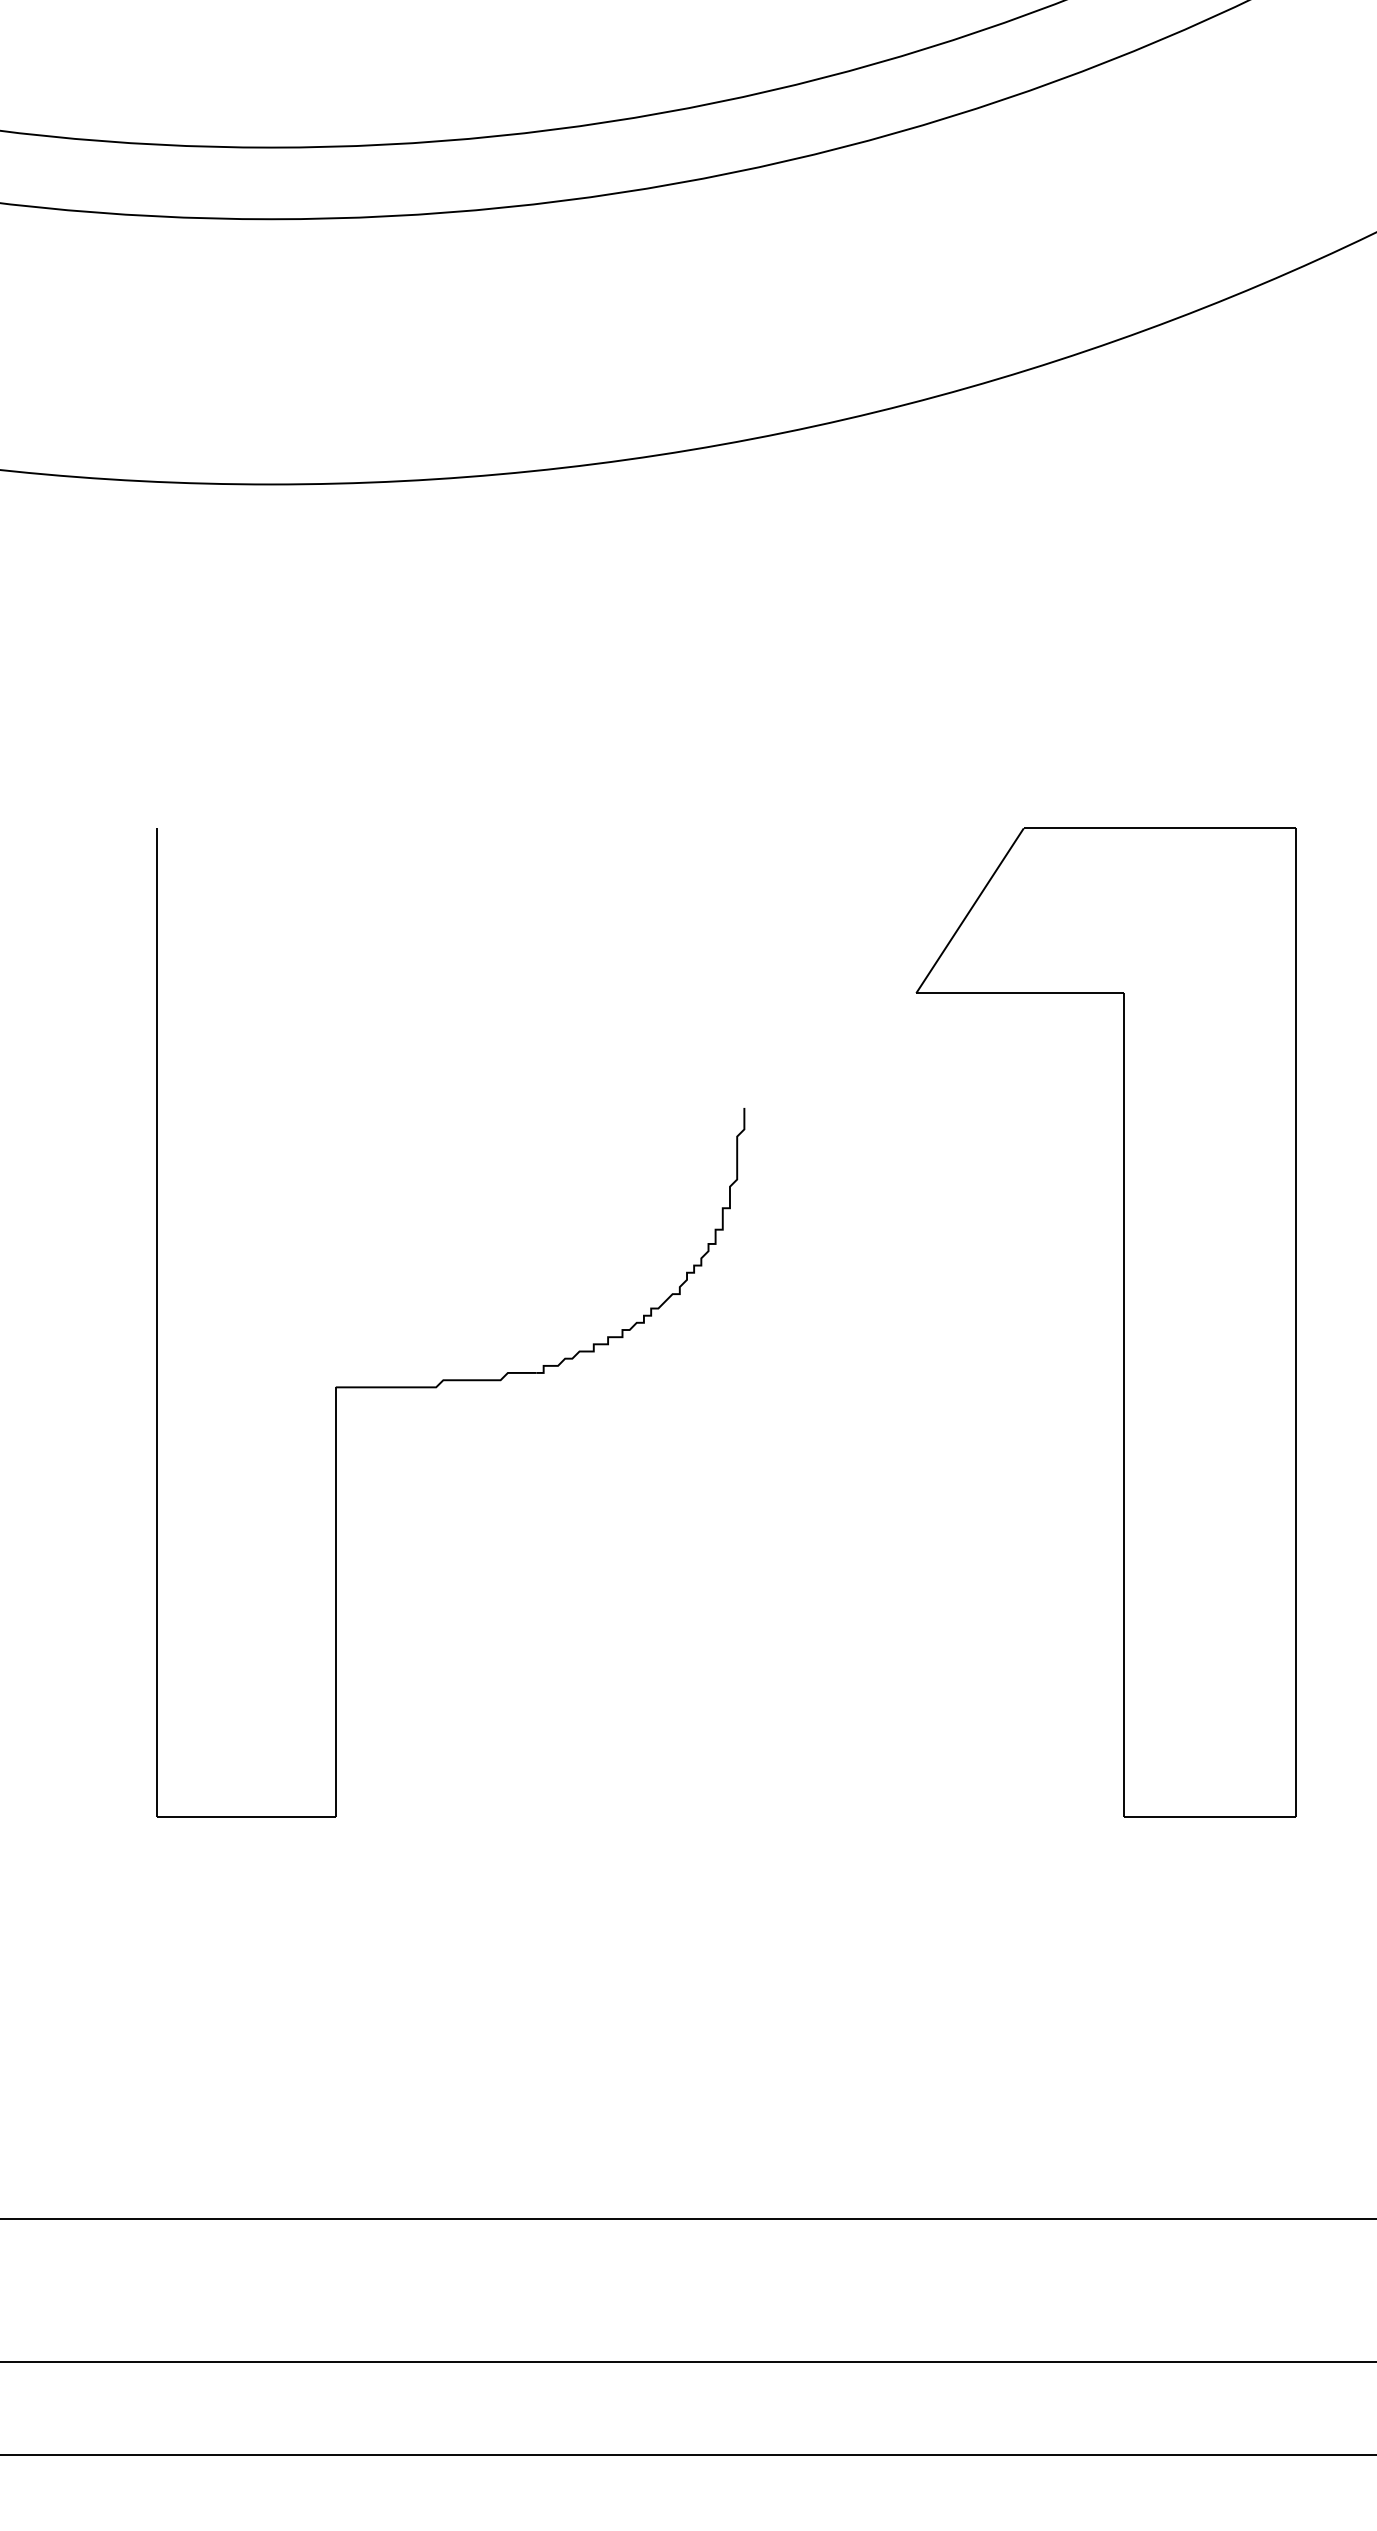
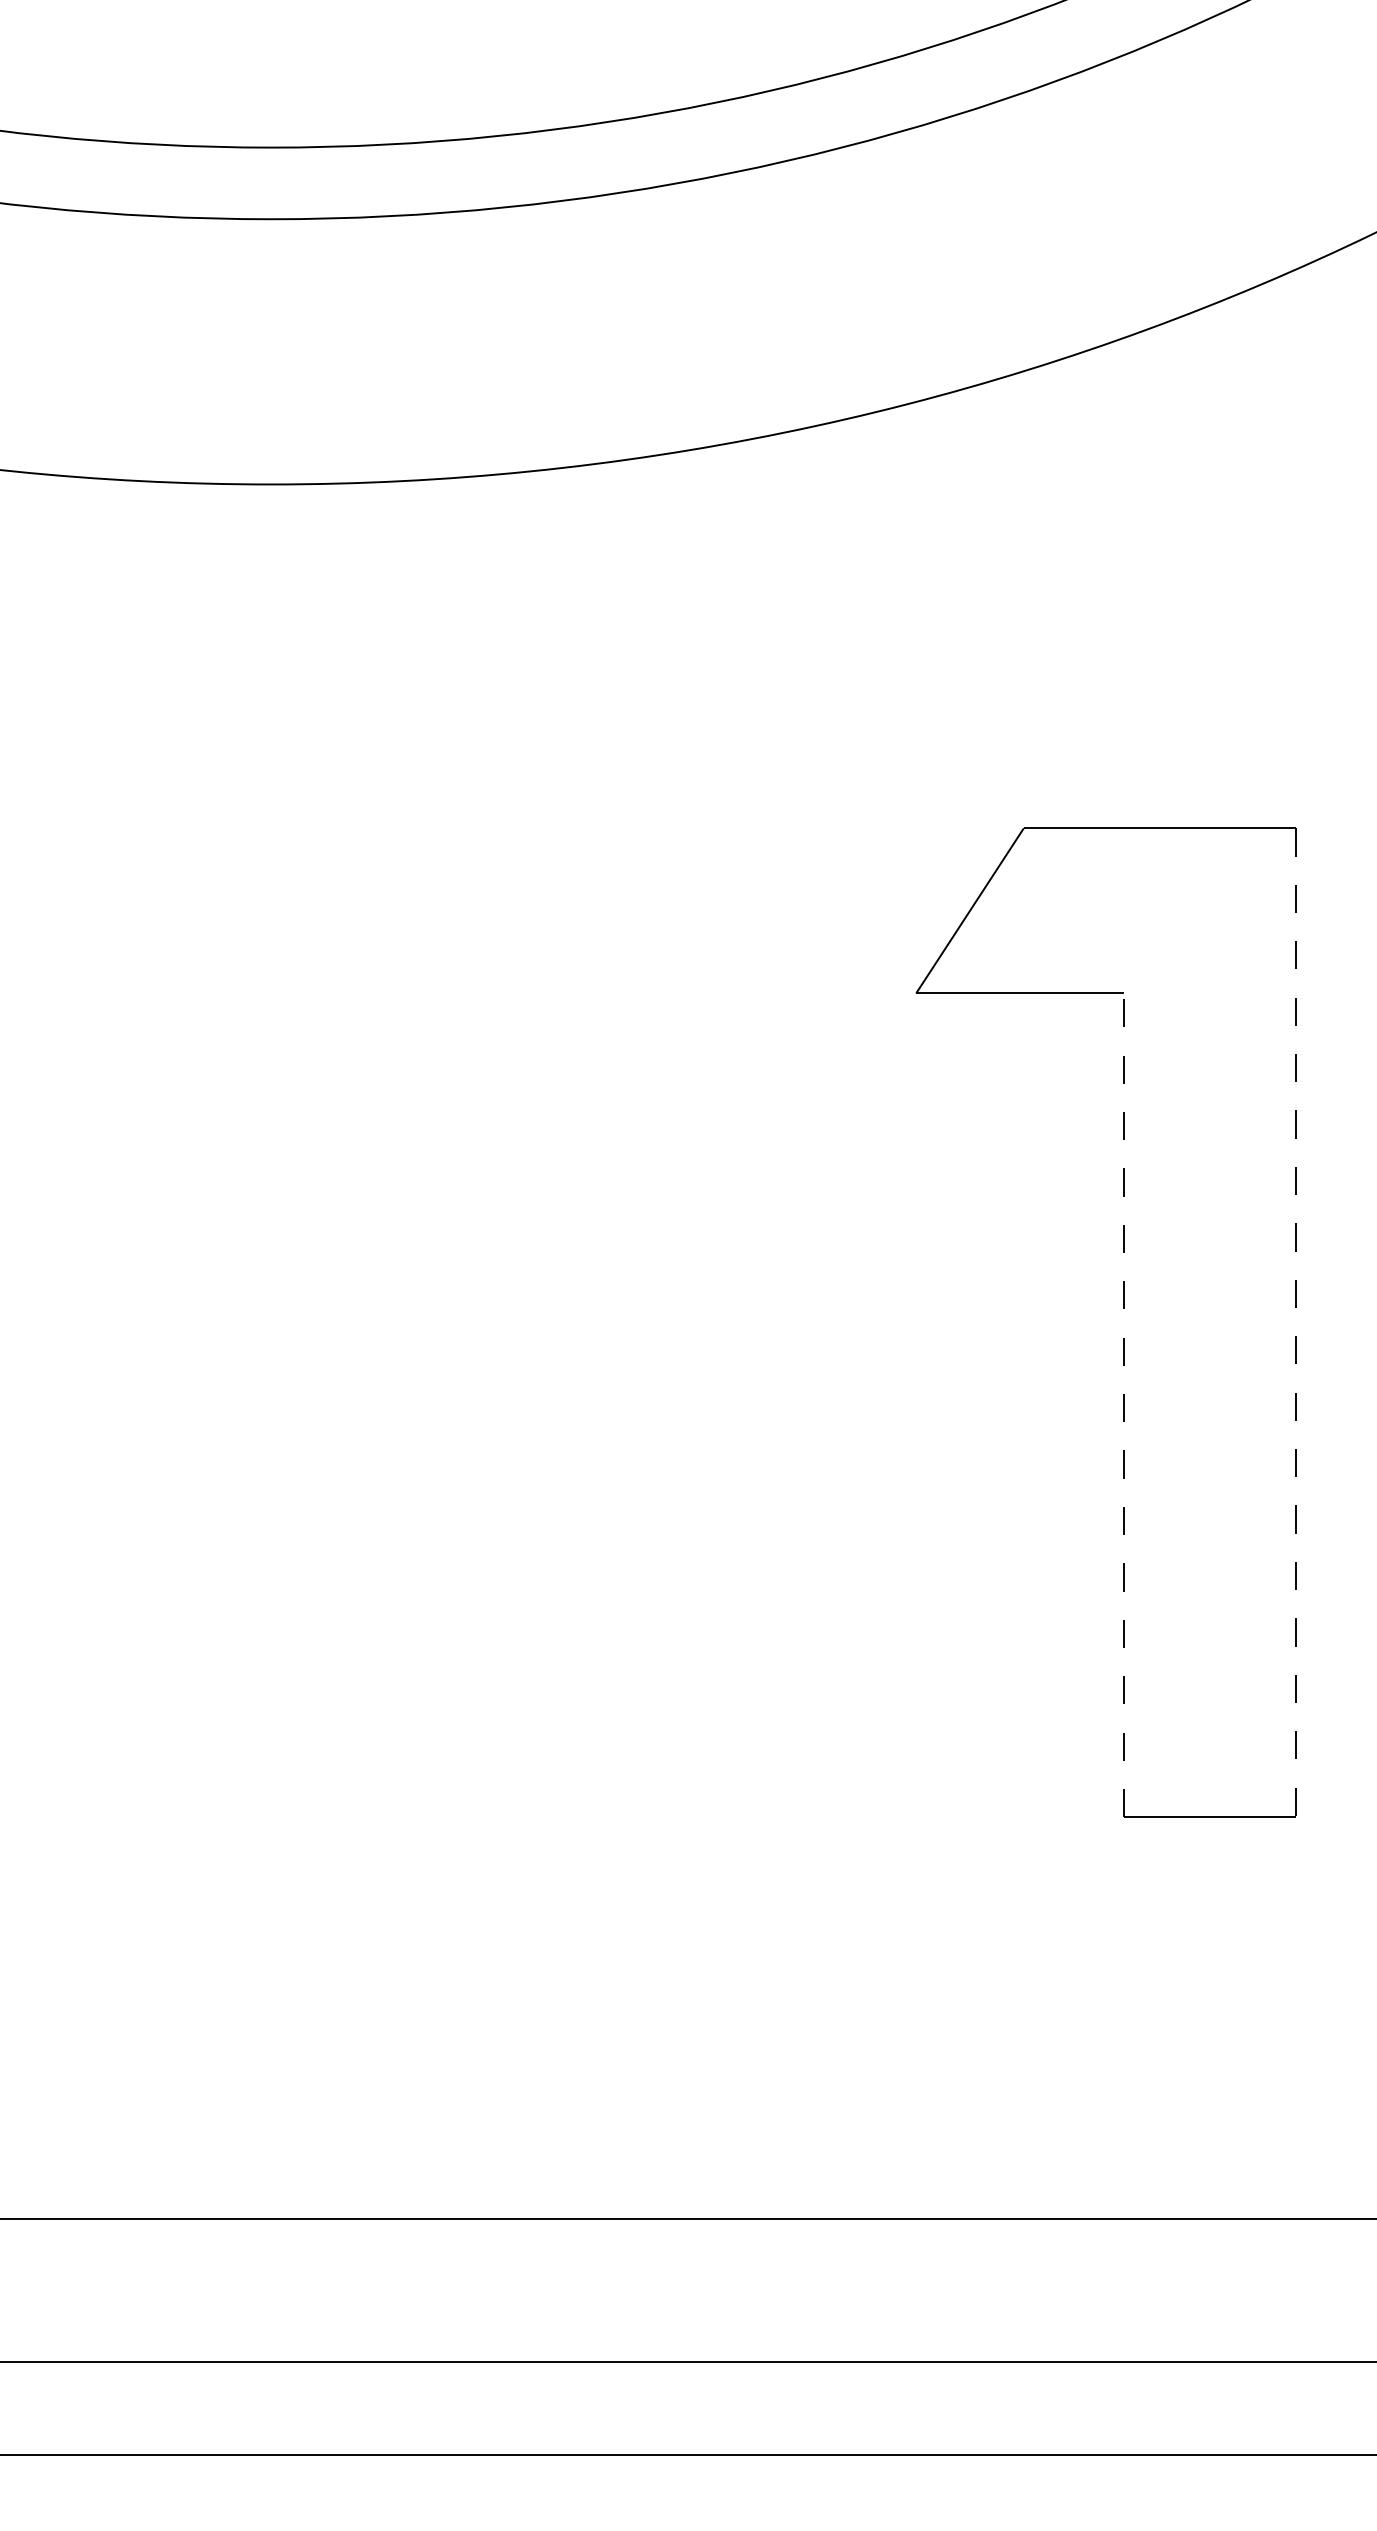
line at (1296, 1323): solid -> dashed
part at (450, 1379): present -> none
line at (1124, 1404): solid -> dashed
